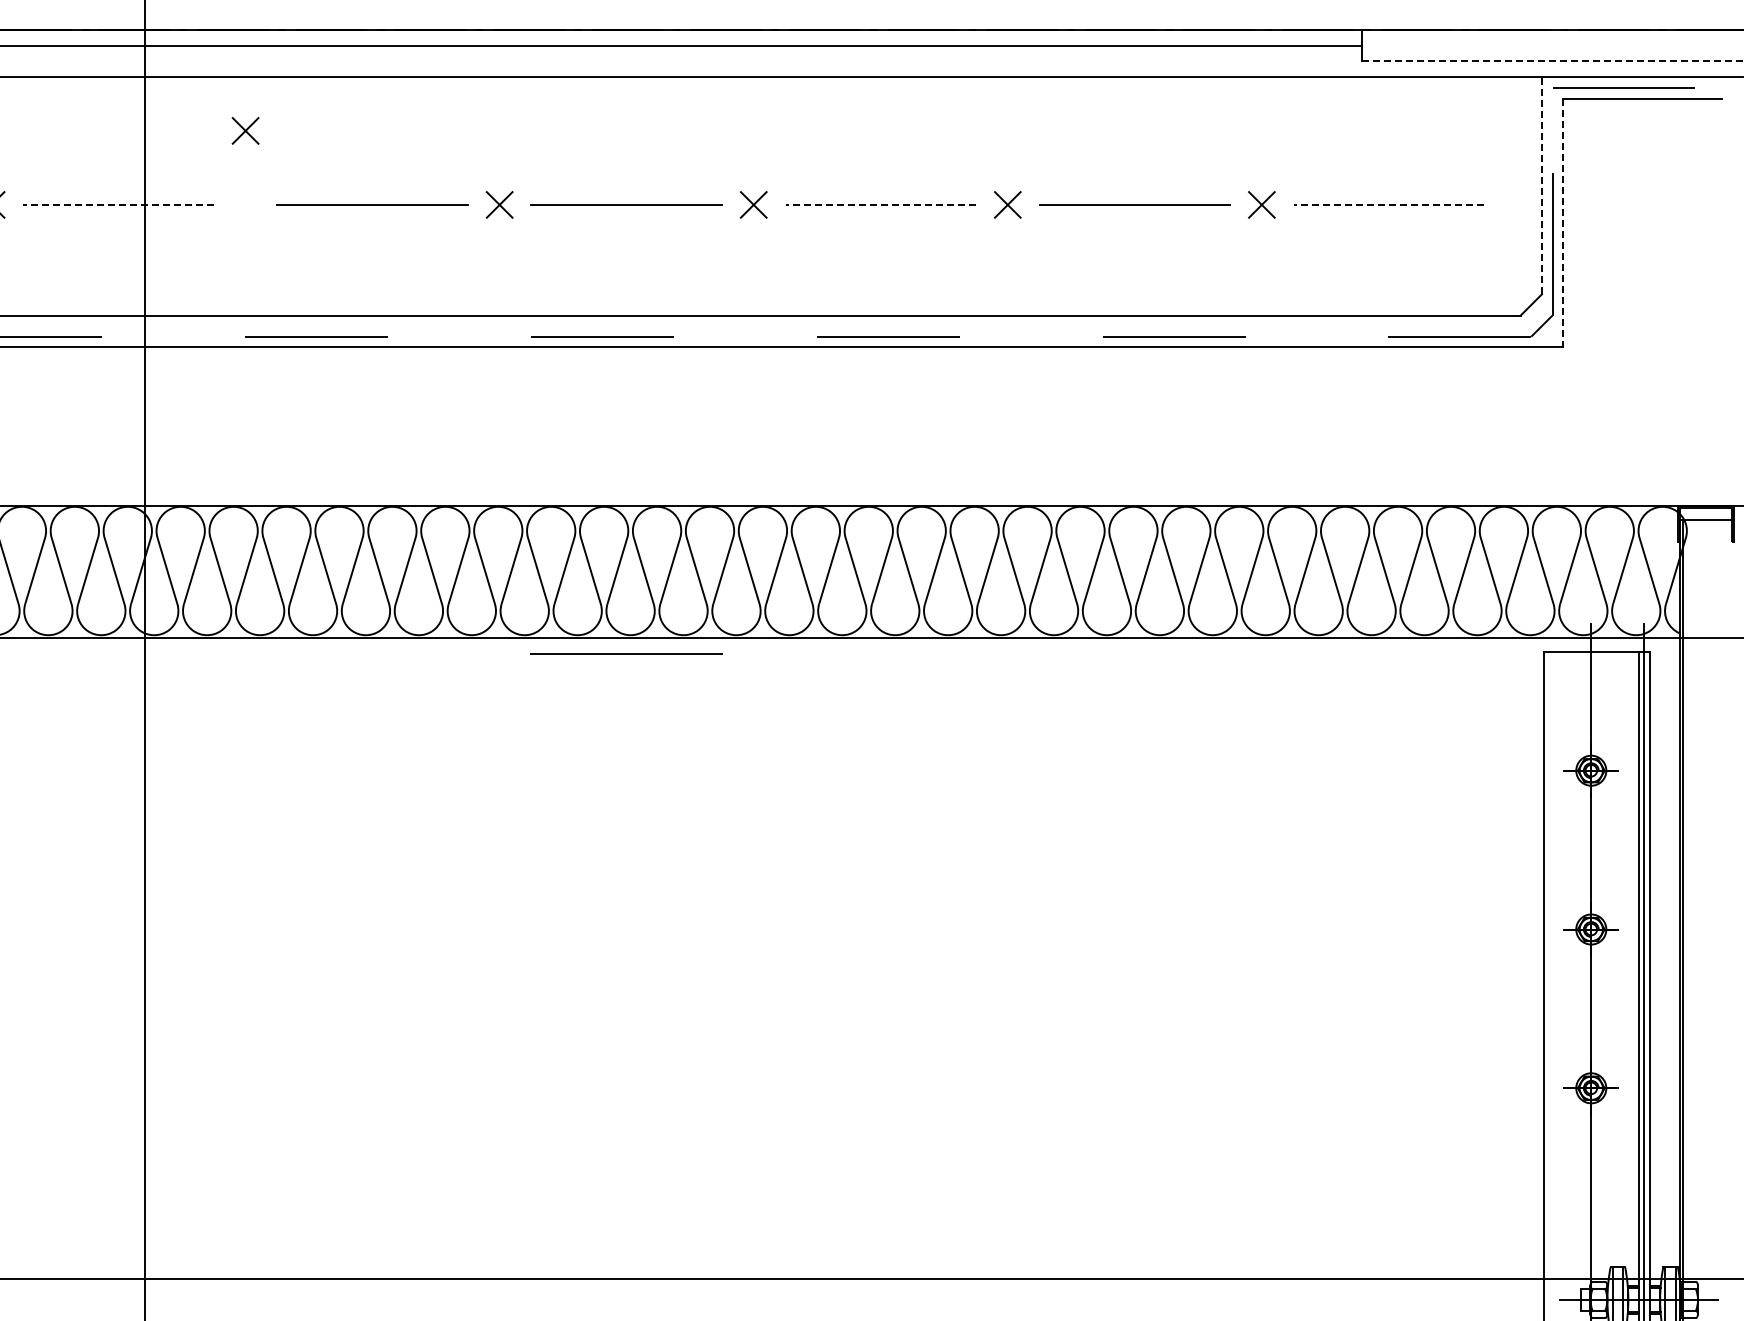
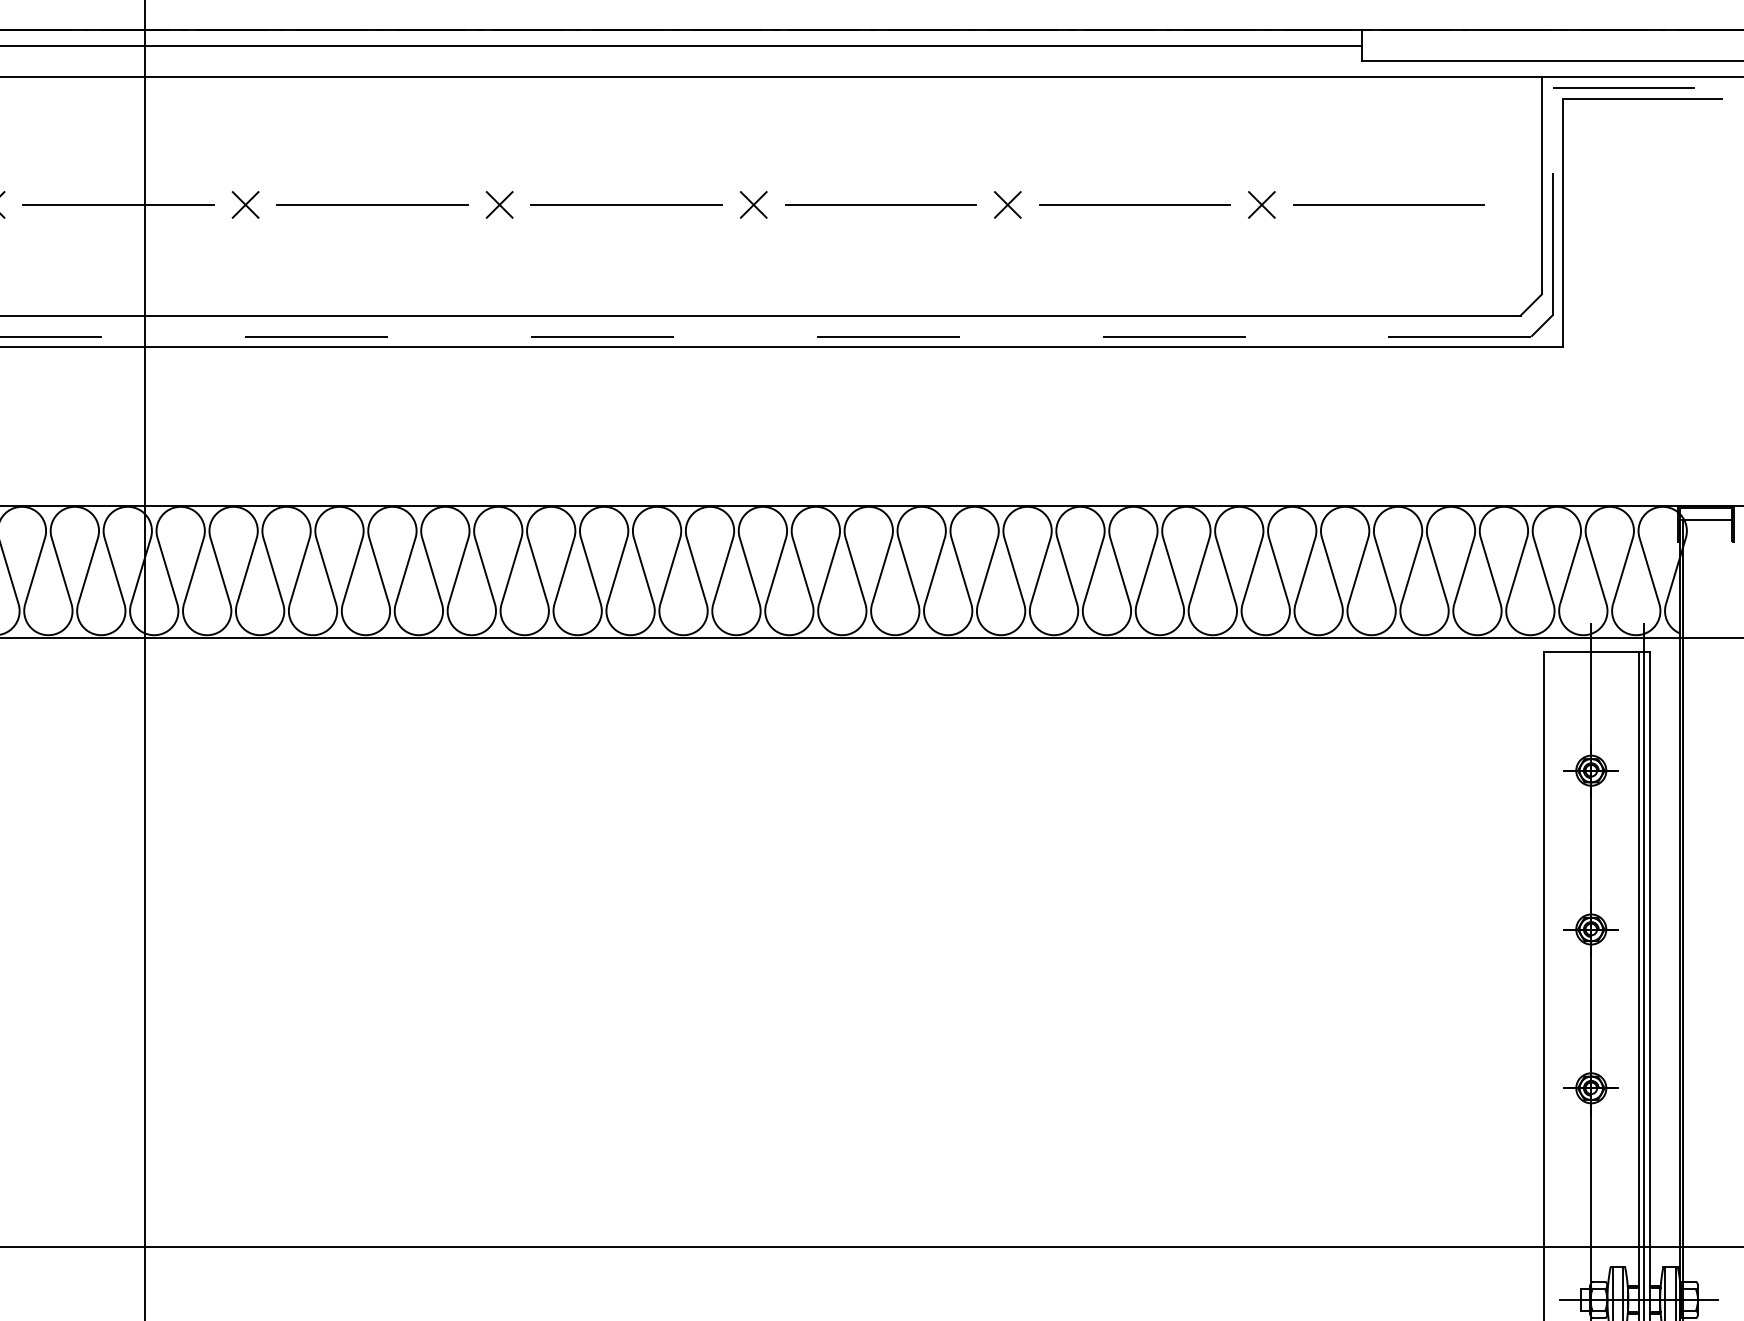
line at (1552, 61): dashed -> solid
part at (245, 130) position: (245, 130) -> (245, 204)
line at (1541, 185): dashed -> solid
line at (118, 204): dashed -> solid
line at (880, 204): dashed -> solid
line at (1388, 204): dashed -> solid
line at (1563, 223): dashed -> solid
line at (626, 653): present -> none
line at (871, 1279) position: (871, 1279) -> (871, 1247)
